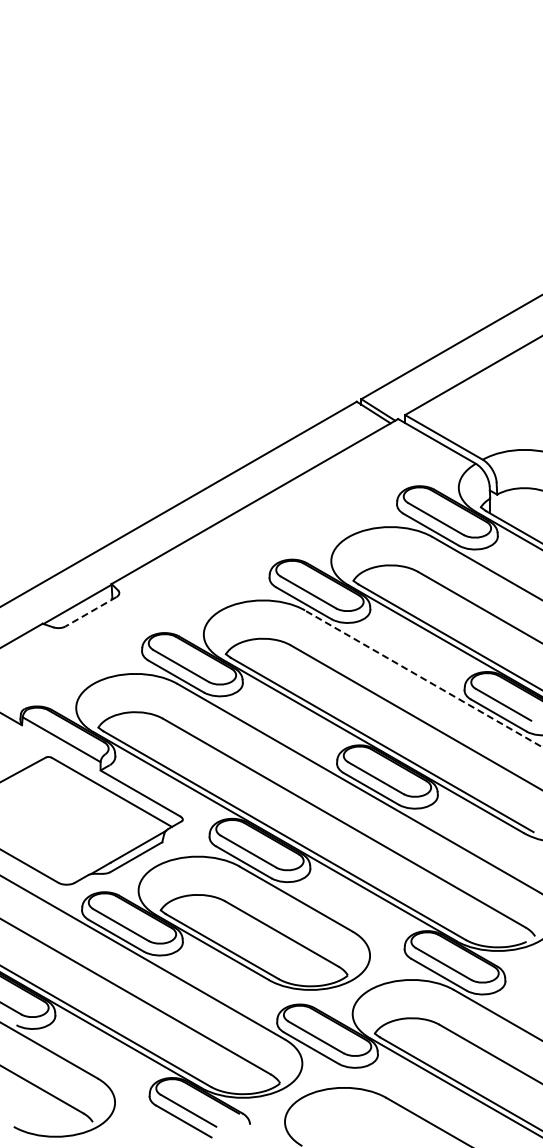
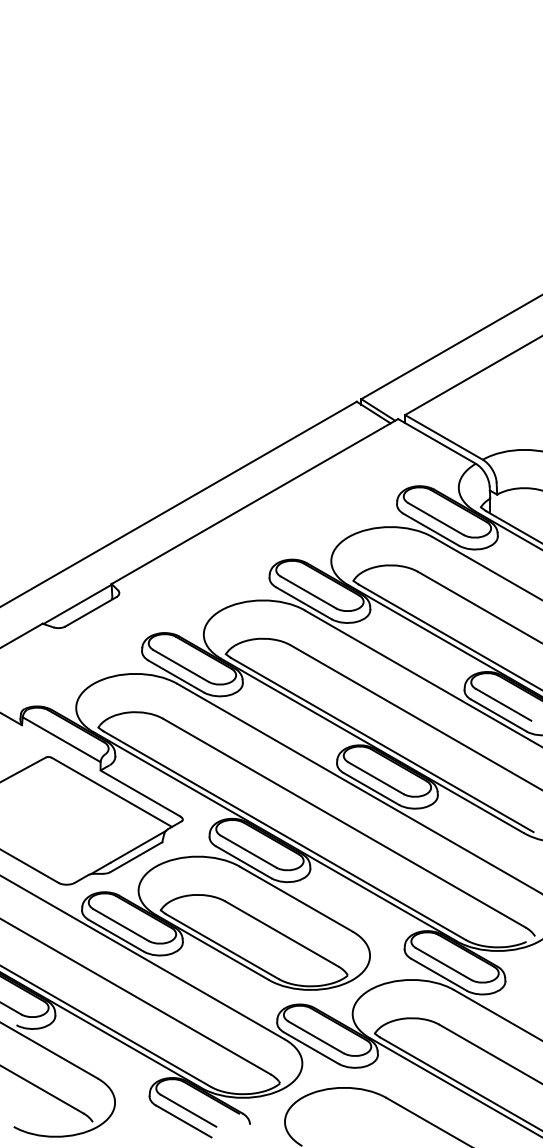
line at (90, 612): dashed -> solid
line at (423, 678): dashed -> solid
